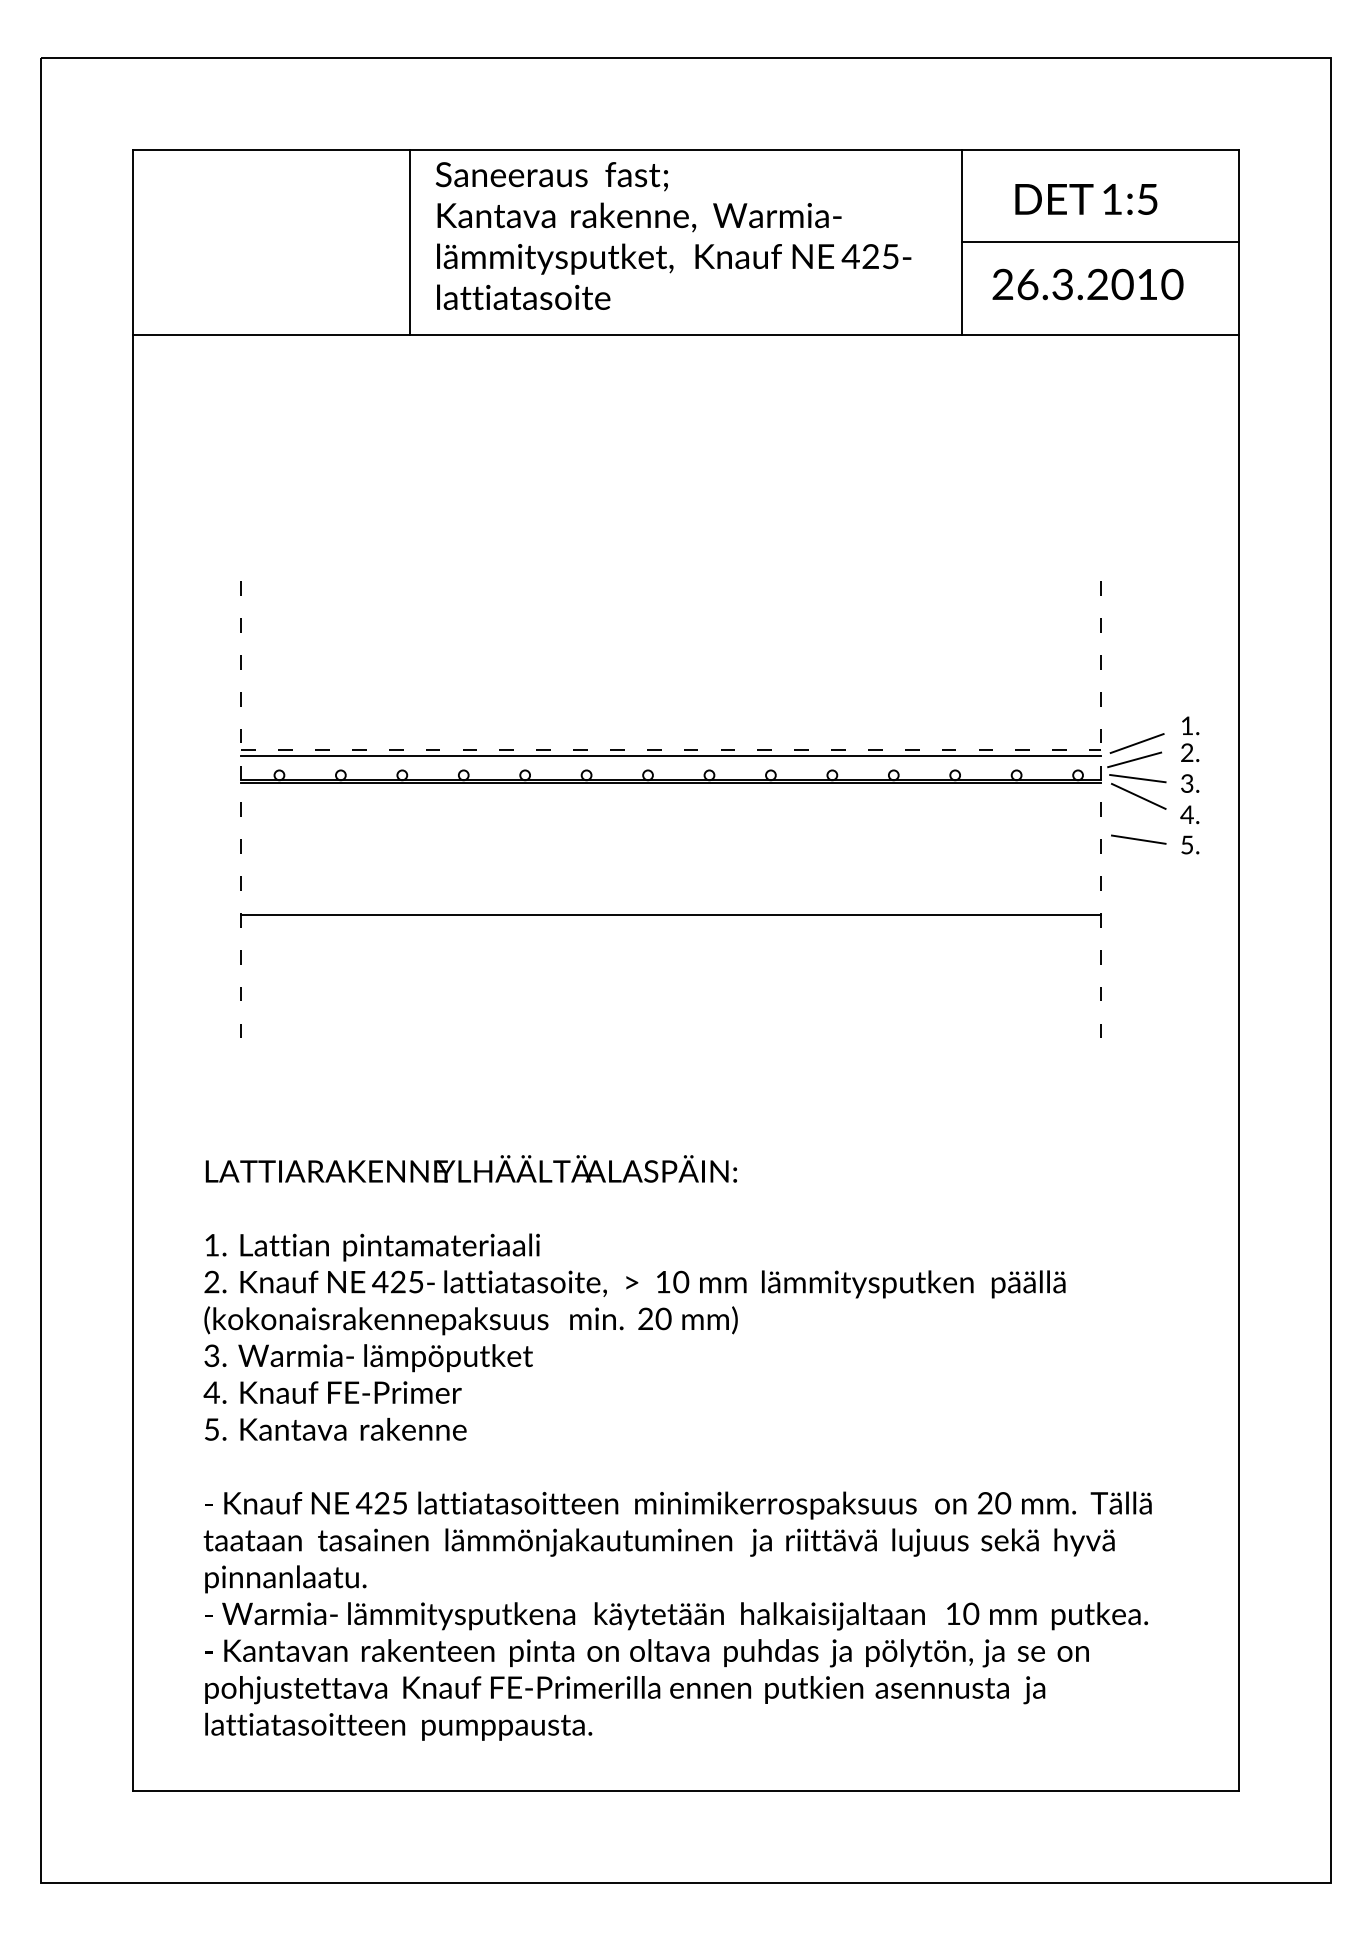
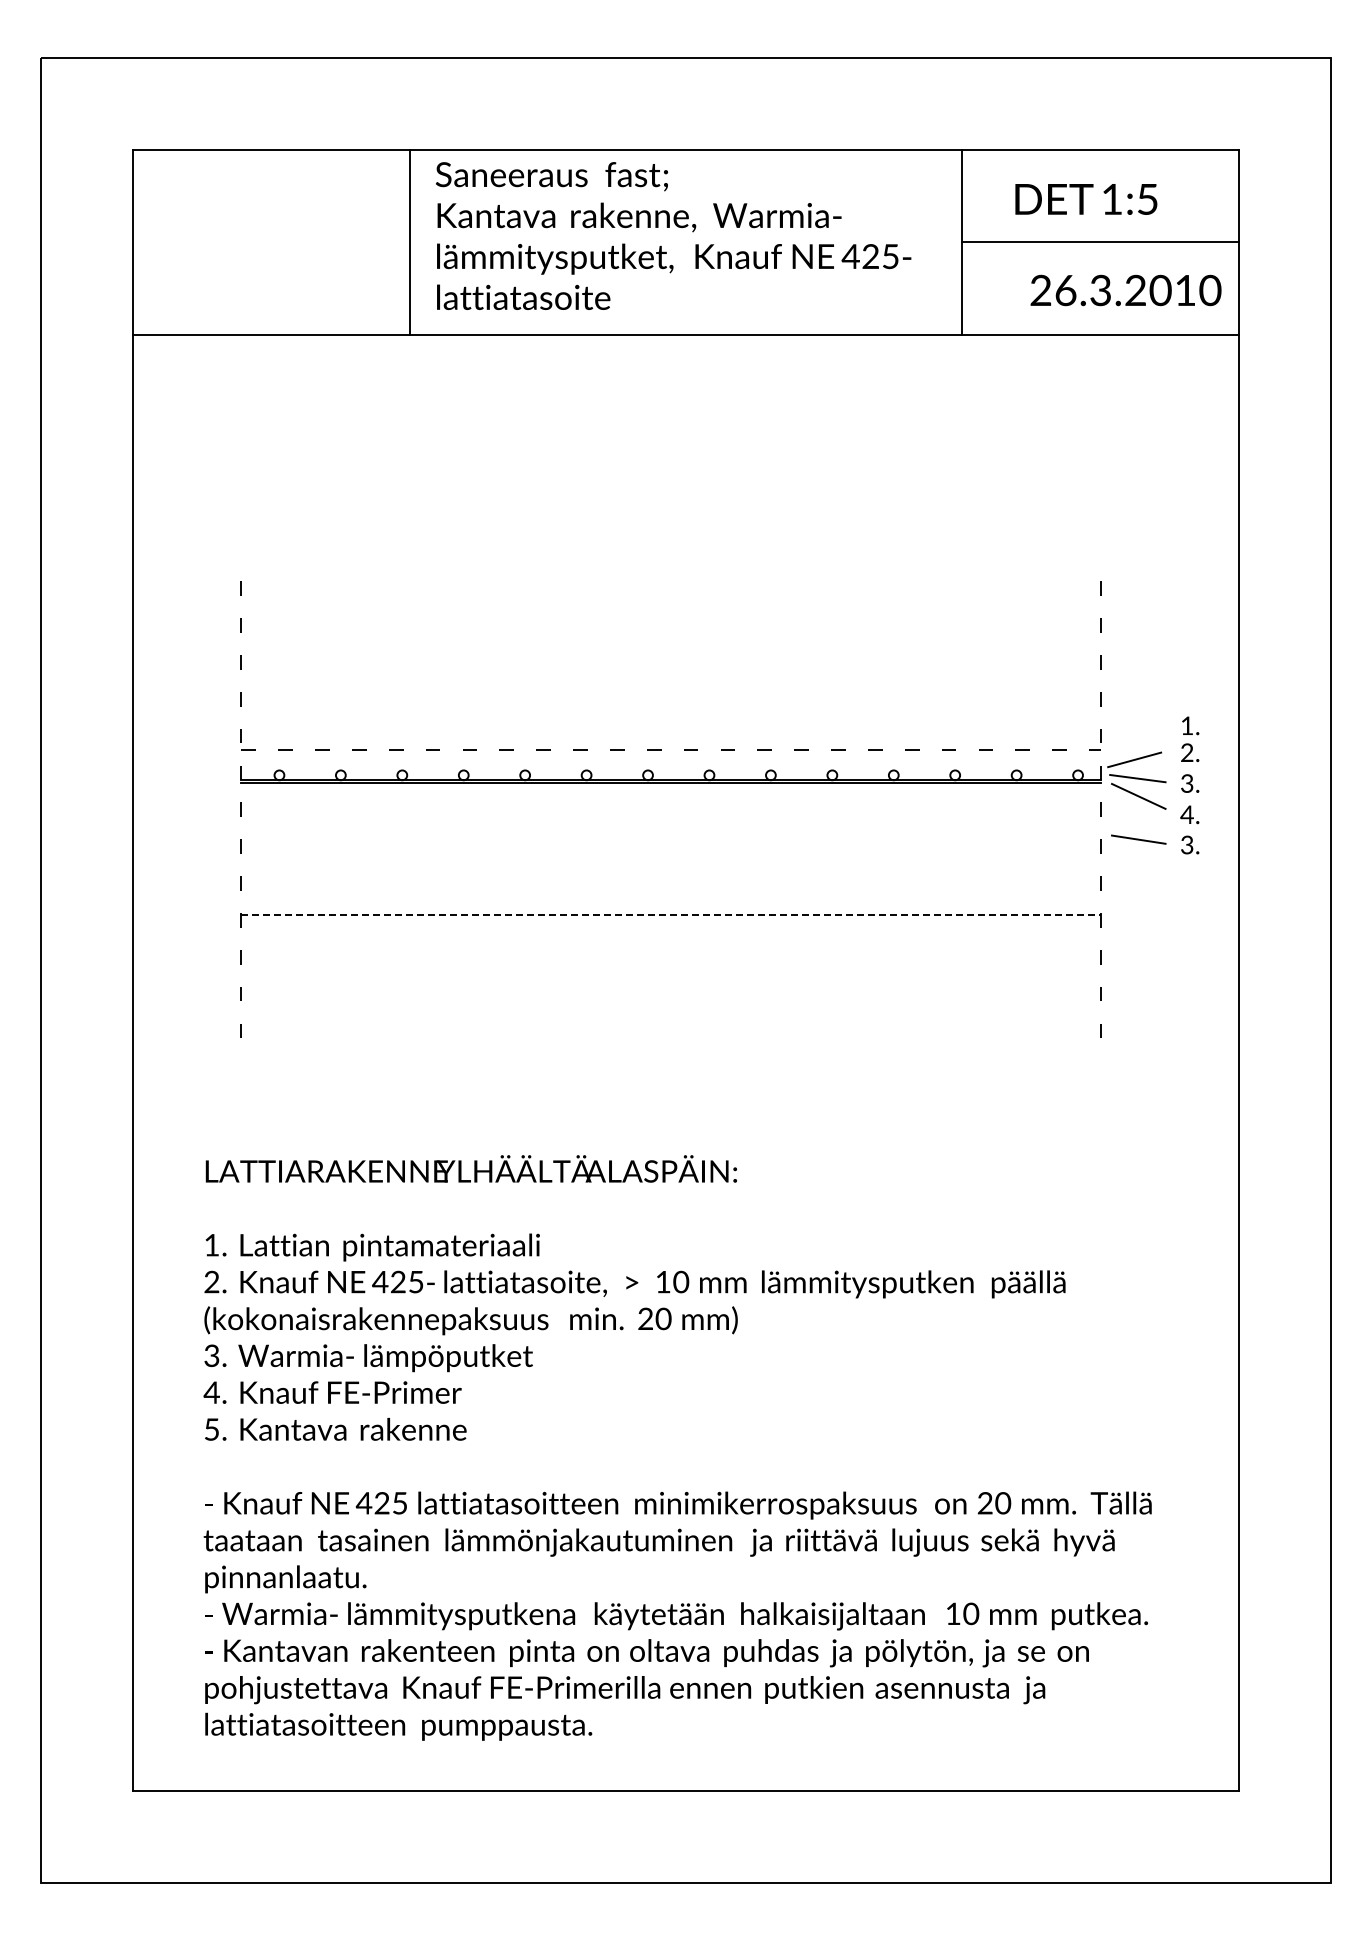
text at (1087, 284) position: (1087, 284) -> (1125, 290)
line at (1136, 743): present -> none
line at (671, 755): present -> none
text at (1187, 844): 5. -> 3.
line at (671, 915): solid -> dashed
